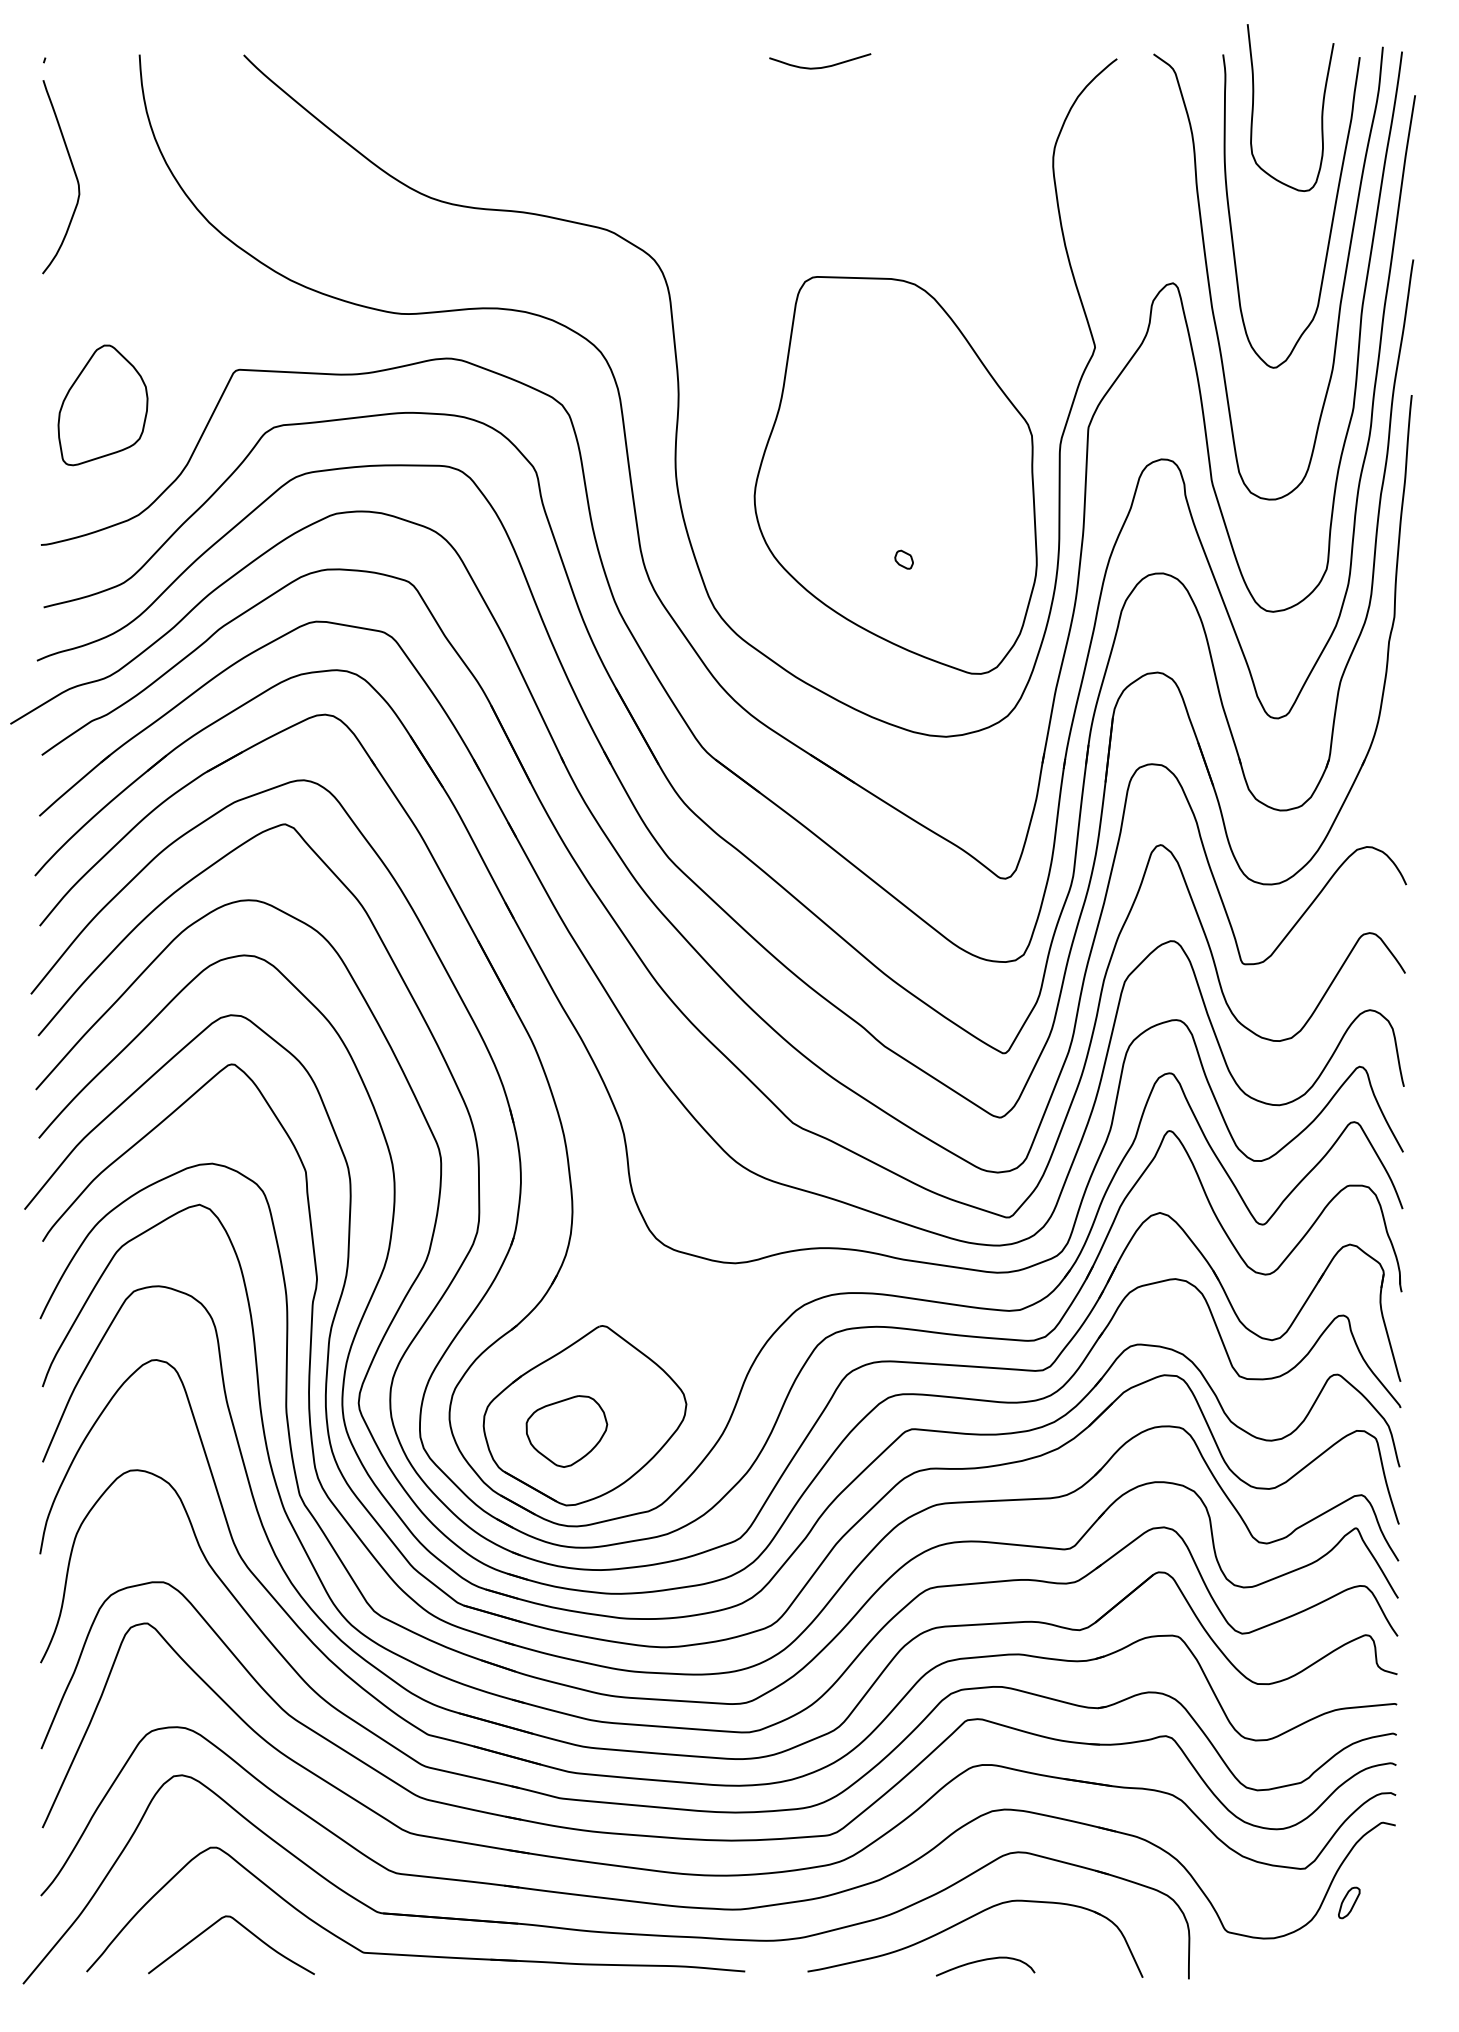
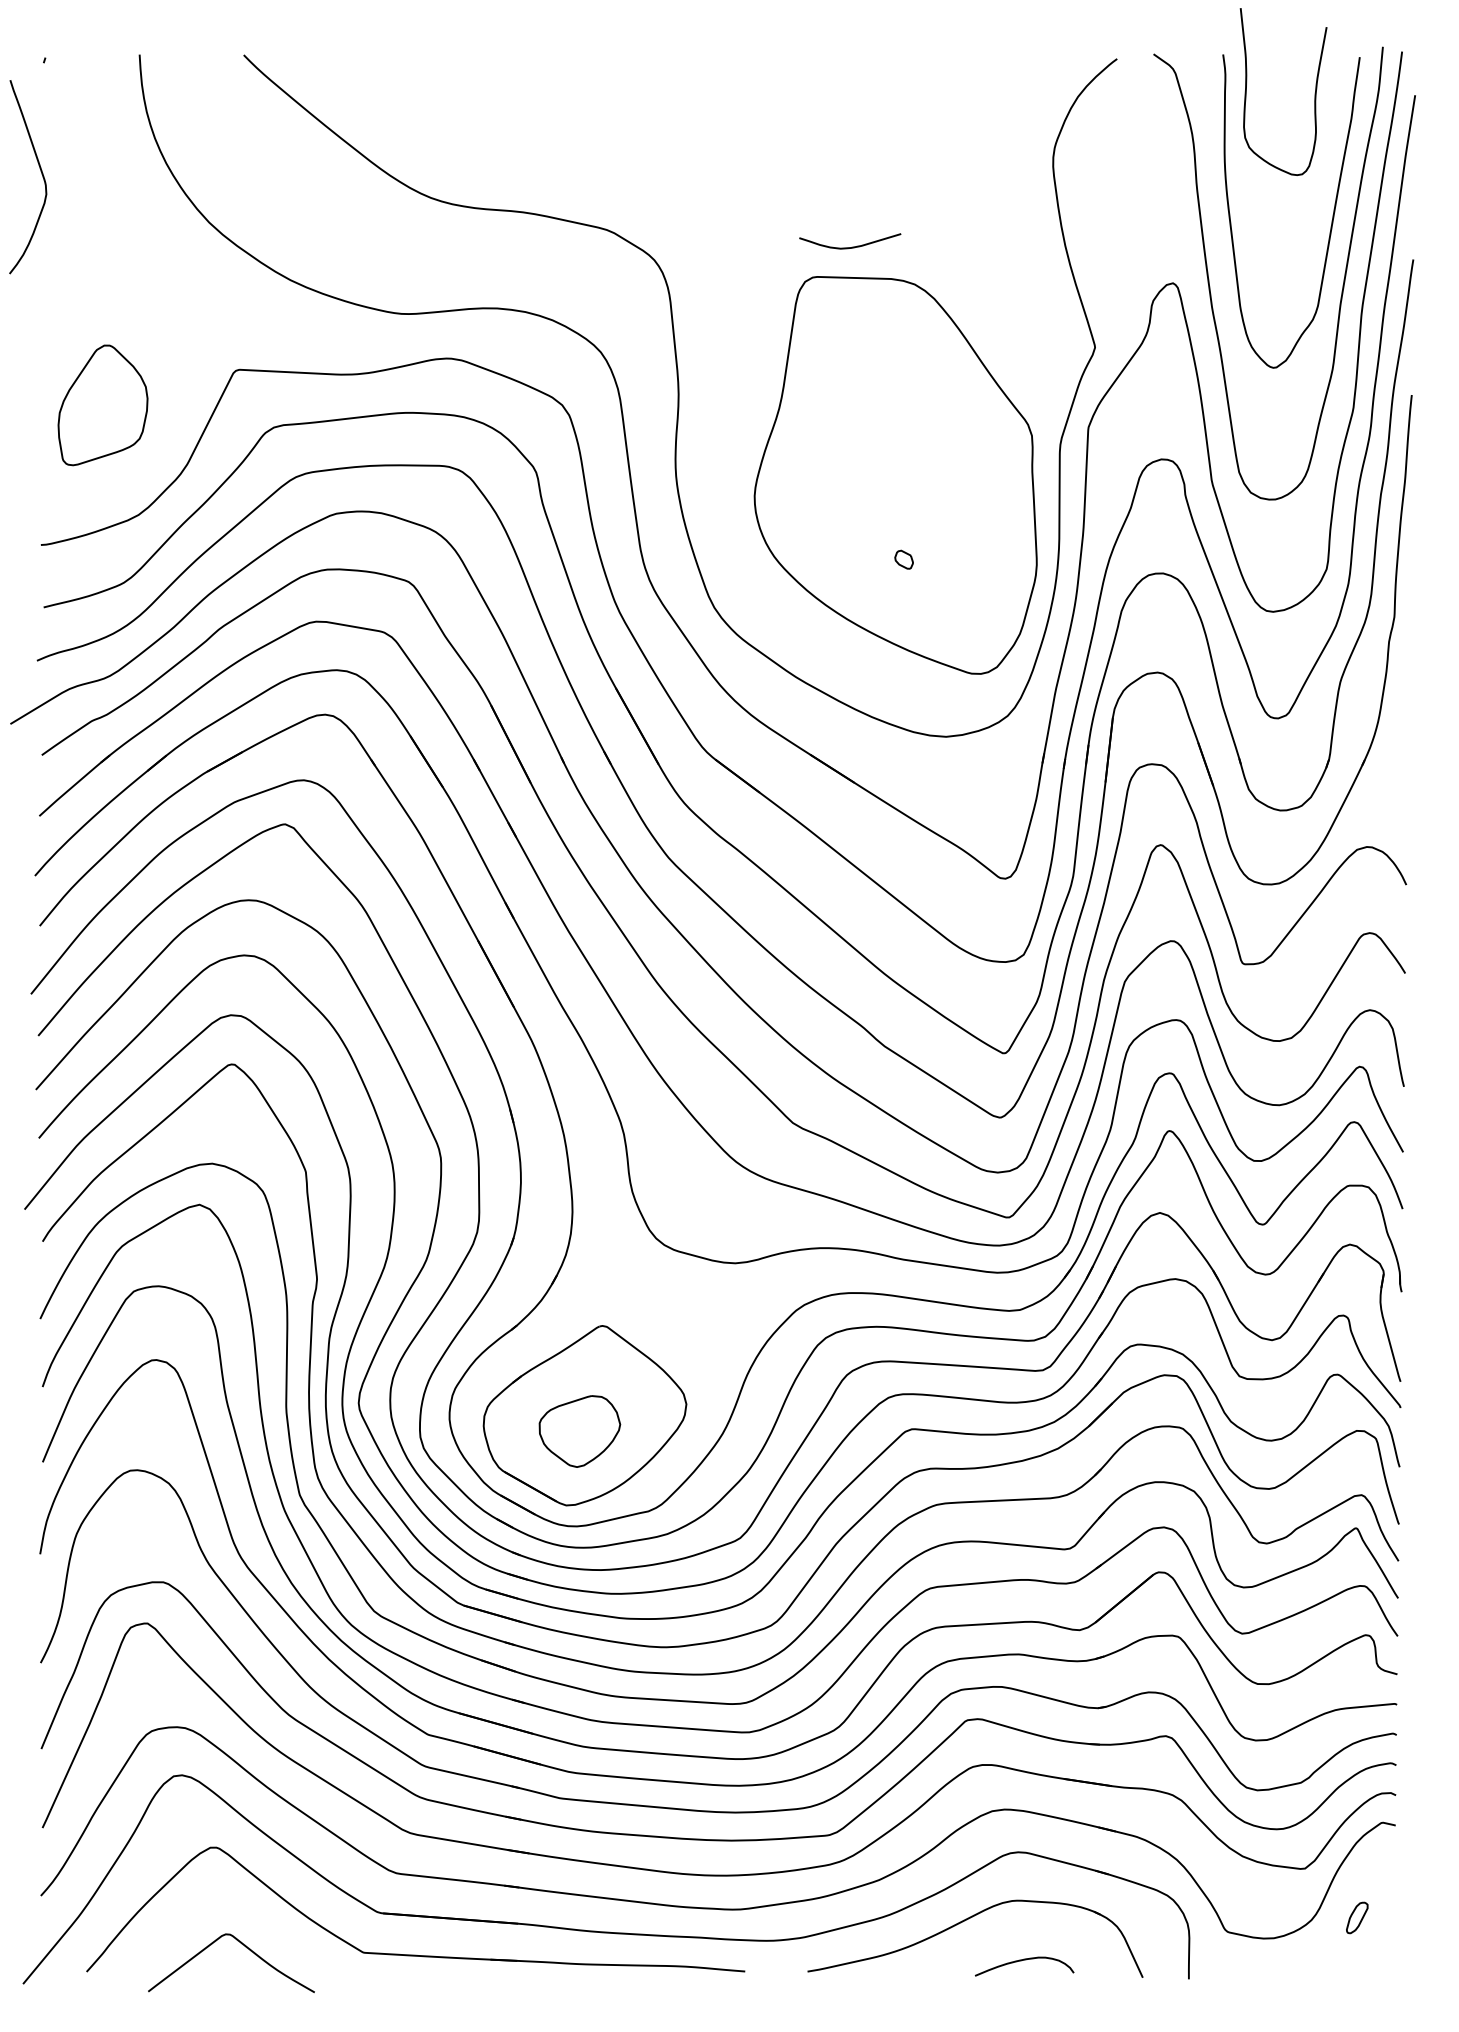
curve at (822, 66) position: (822, 66) -> (852, 246)
curve at (1321, 109) position: (1321, 109) -> (1314, 93)
curve at (74, 174) position: (74, 174) -> (41, 174)
part at (566, 1431) position: (566, 1431) -> (579, 1431)
part at (1349, 1902) position: (1349, 1902) -> (1357, 1917)
curve at (246, 1930) position: (246, 1930) -> (246, 1948)
curve at (982, 1961) position: (982, 1961) -> (1021, 1961)
